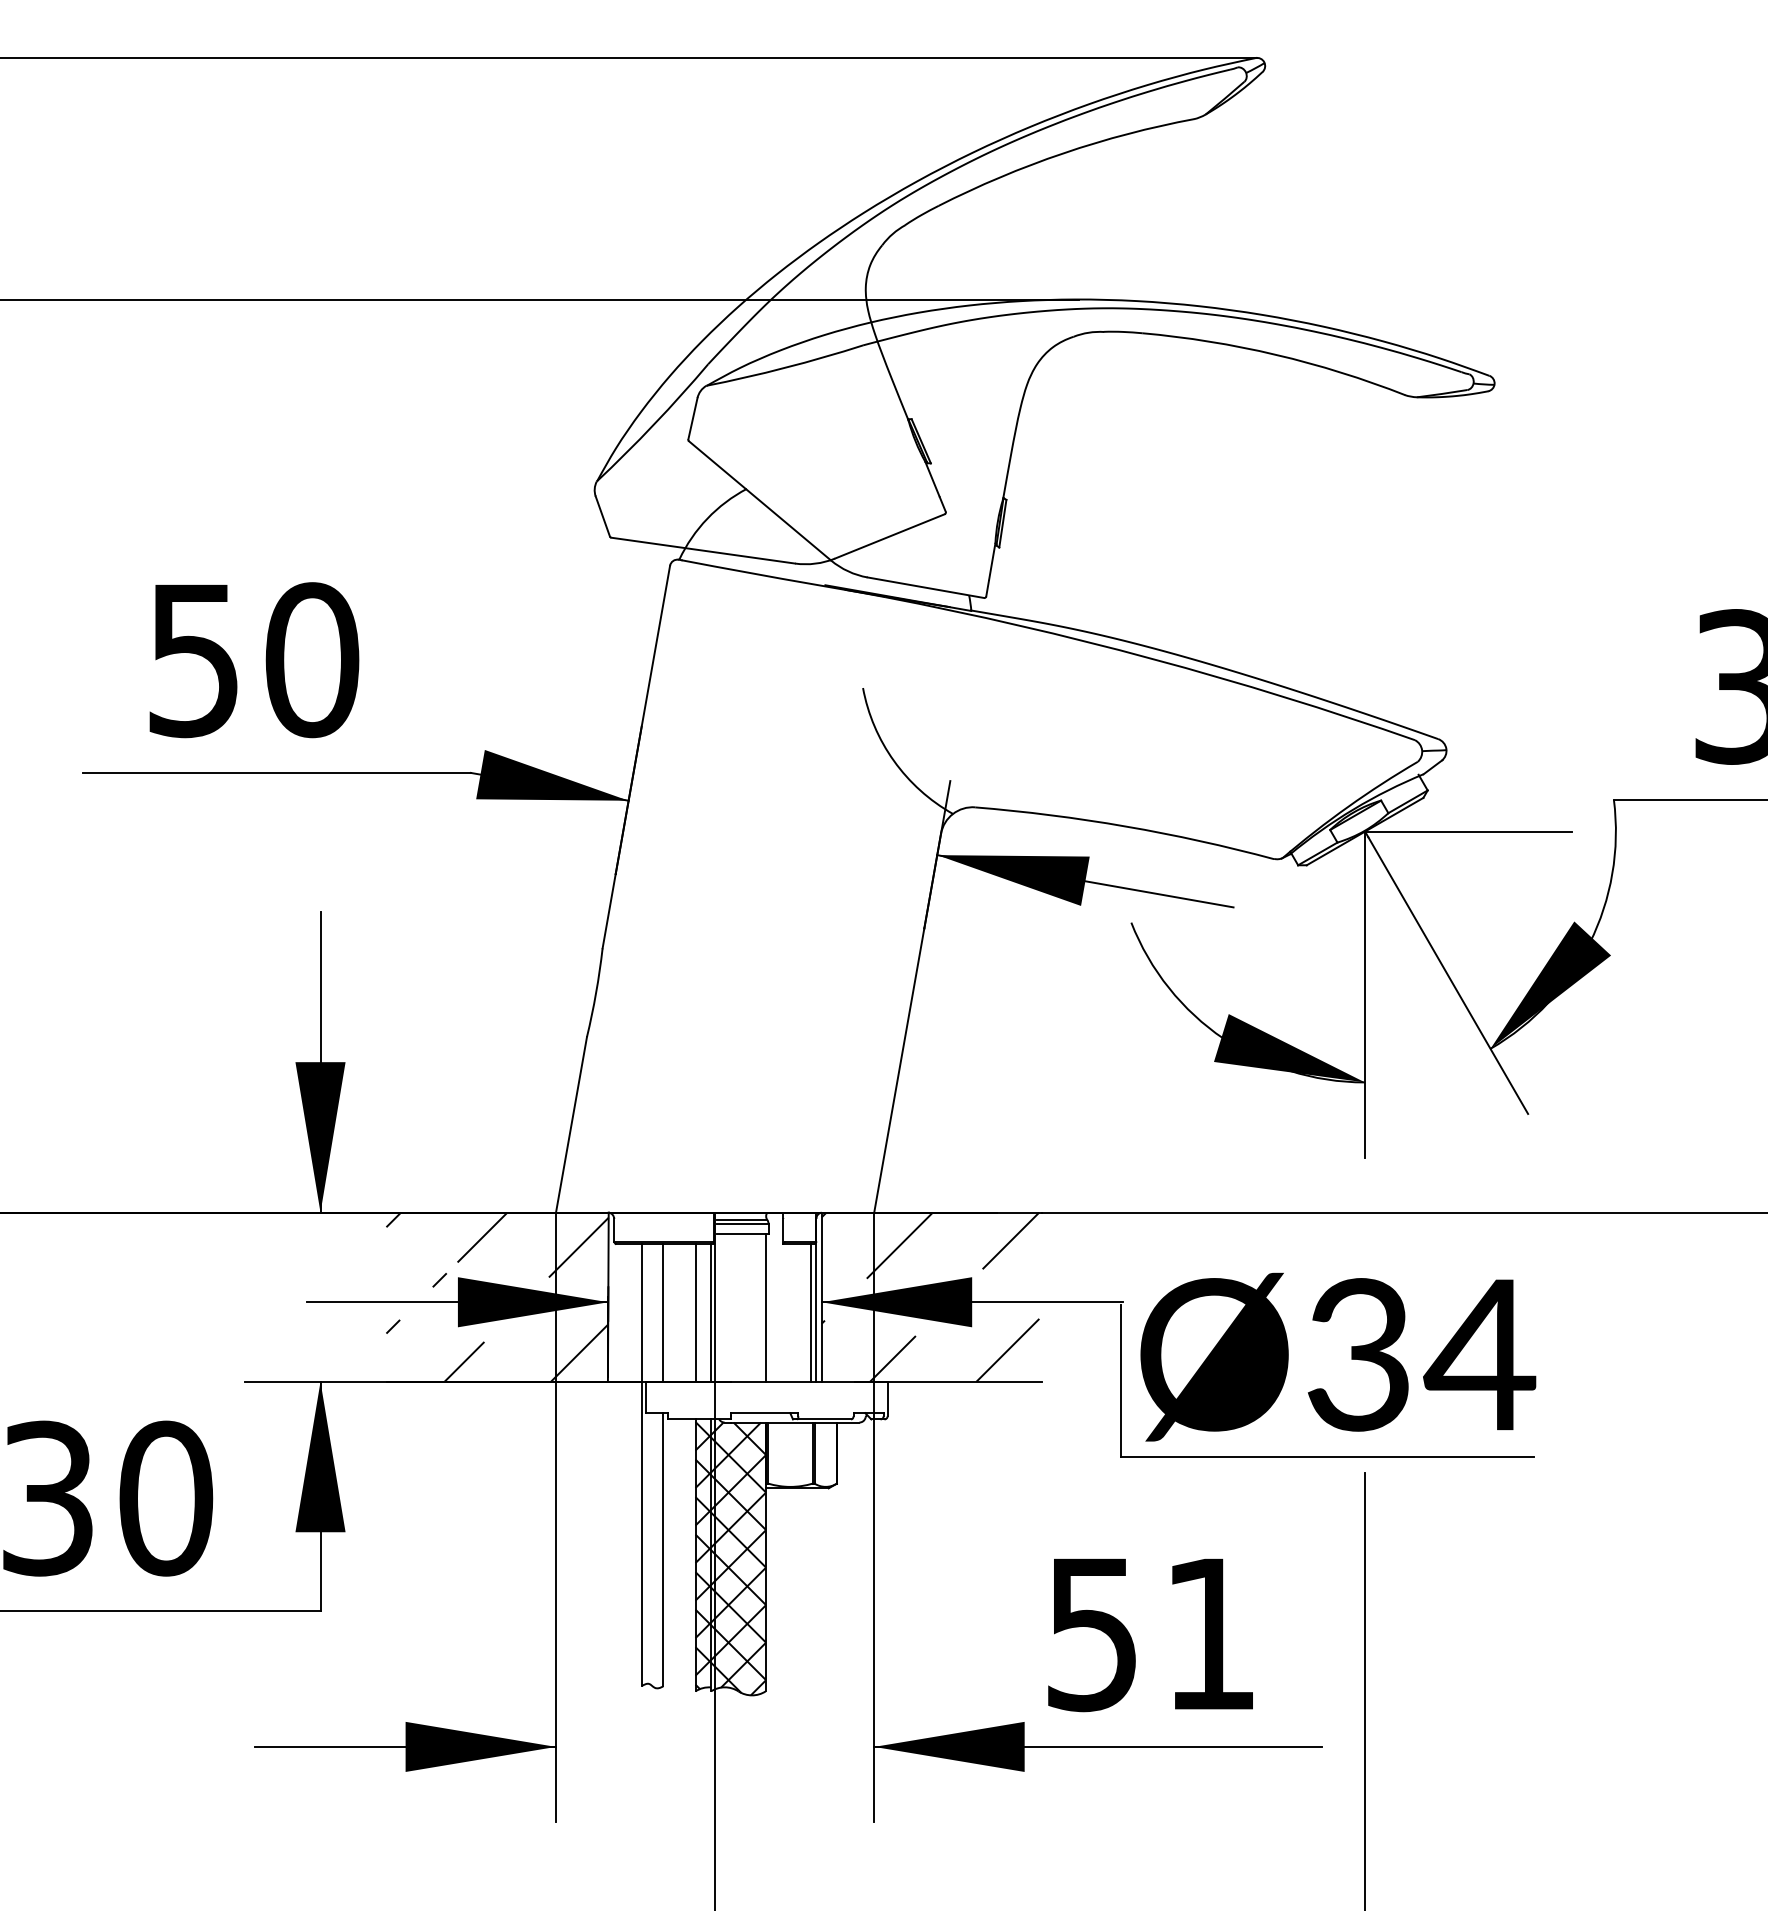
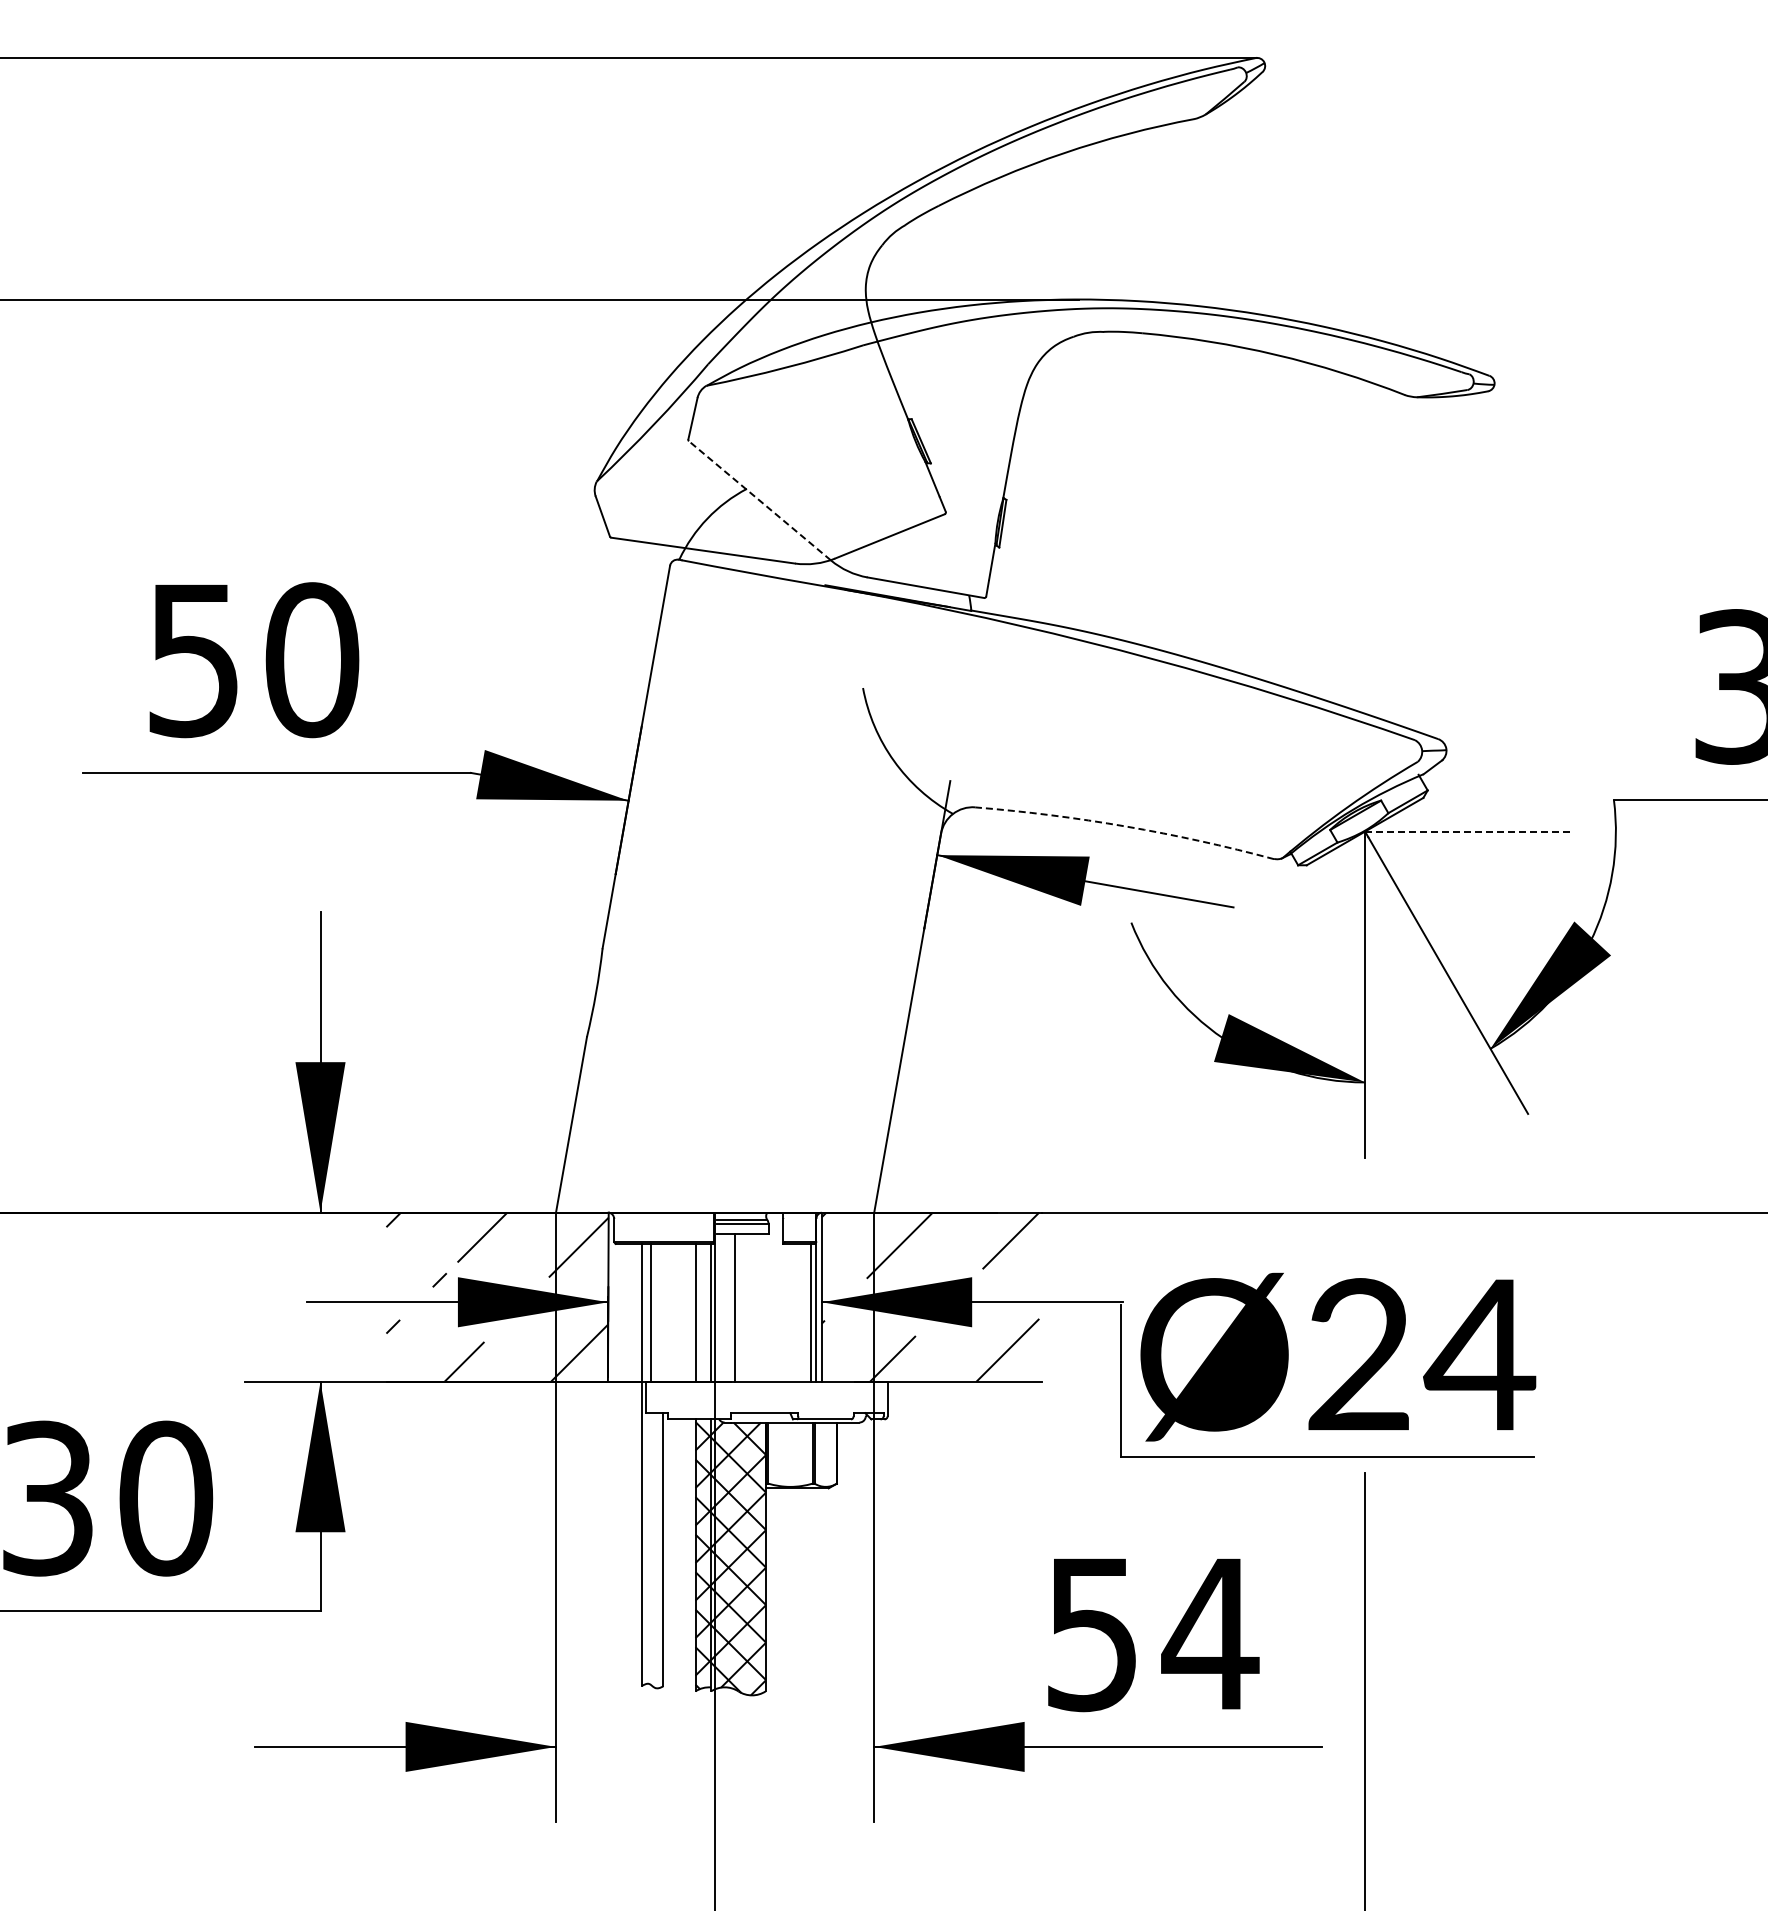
line at (759, 500): solid -> dashed
arc at (1125, 826): solid -> dashed
line at (1468, 831): solid -> dashed
line at (765, 1307) position: (765, 1307) -> (734, 1307)
line at (663, 1312) position: (663, 1312) -> (651, 1312)
text at (1357, 1354): Ø34 -> Ø24
text at (1210, 1633): 51 -> 54
